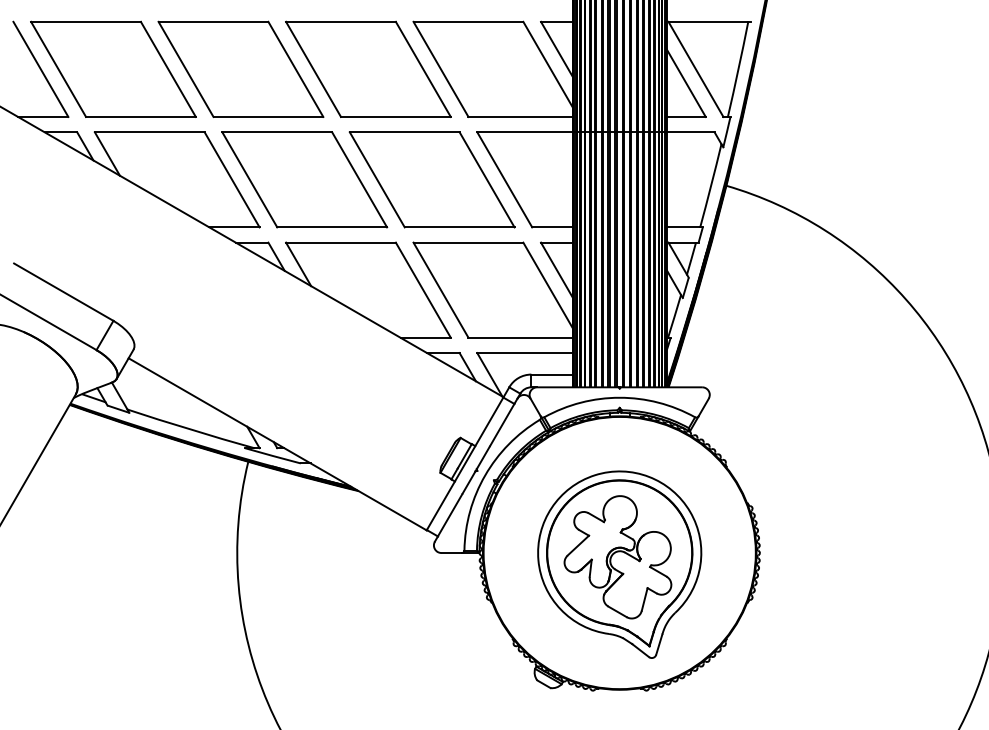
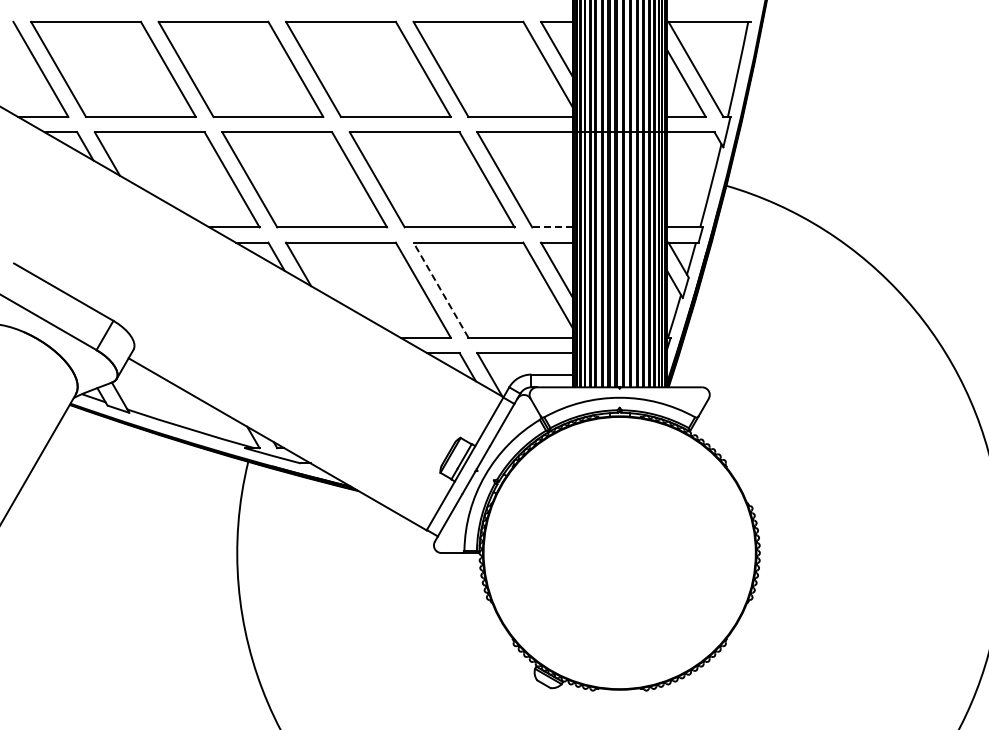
line at (551, 227): solid -> dashed
line at (441, 290): solid -> dashed
part at (619, 564): present -> none
